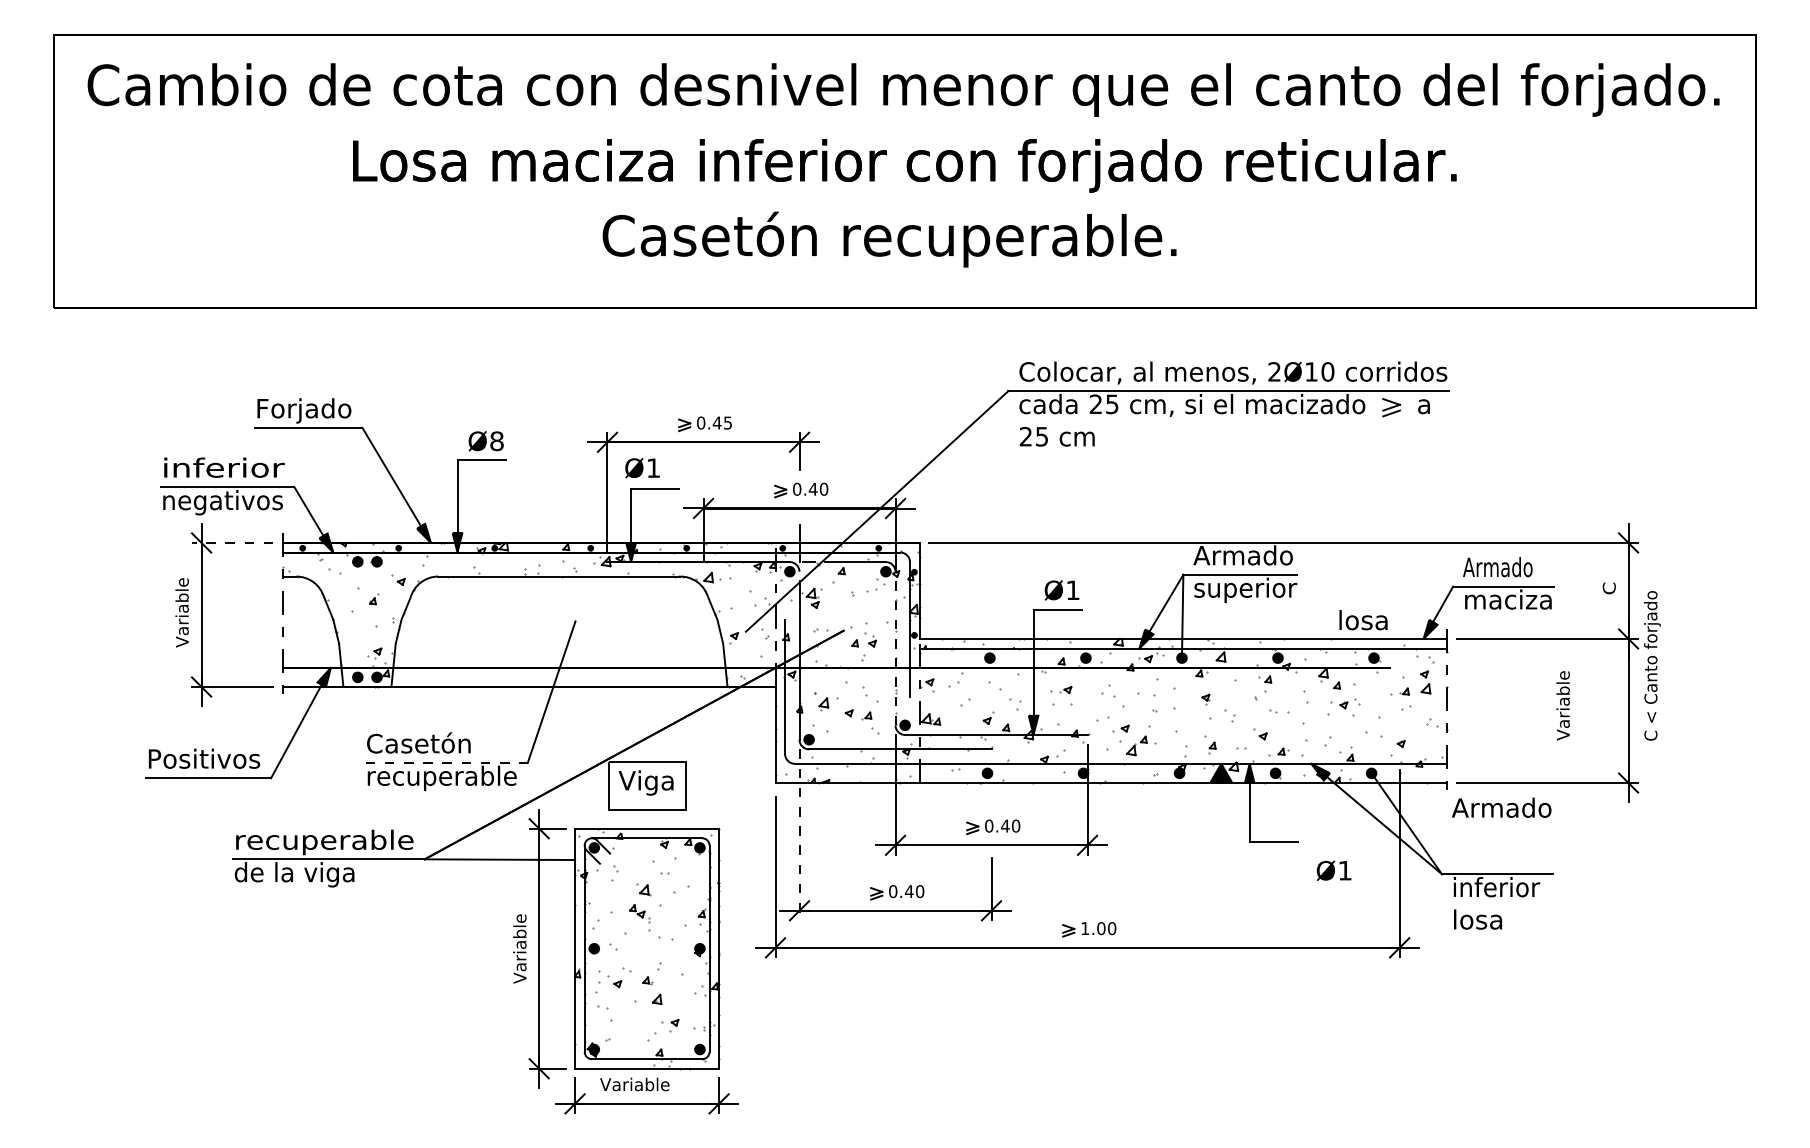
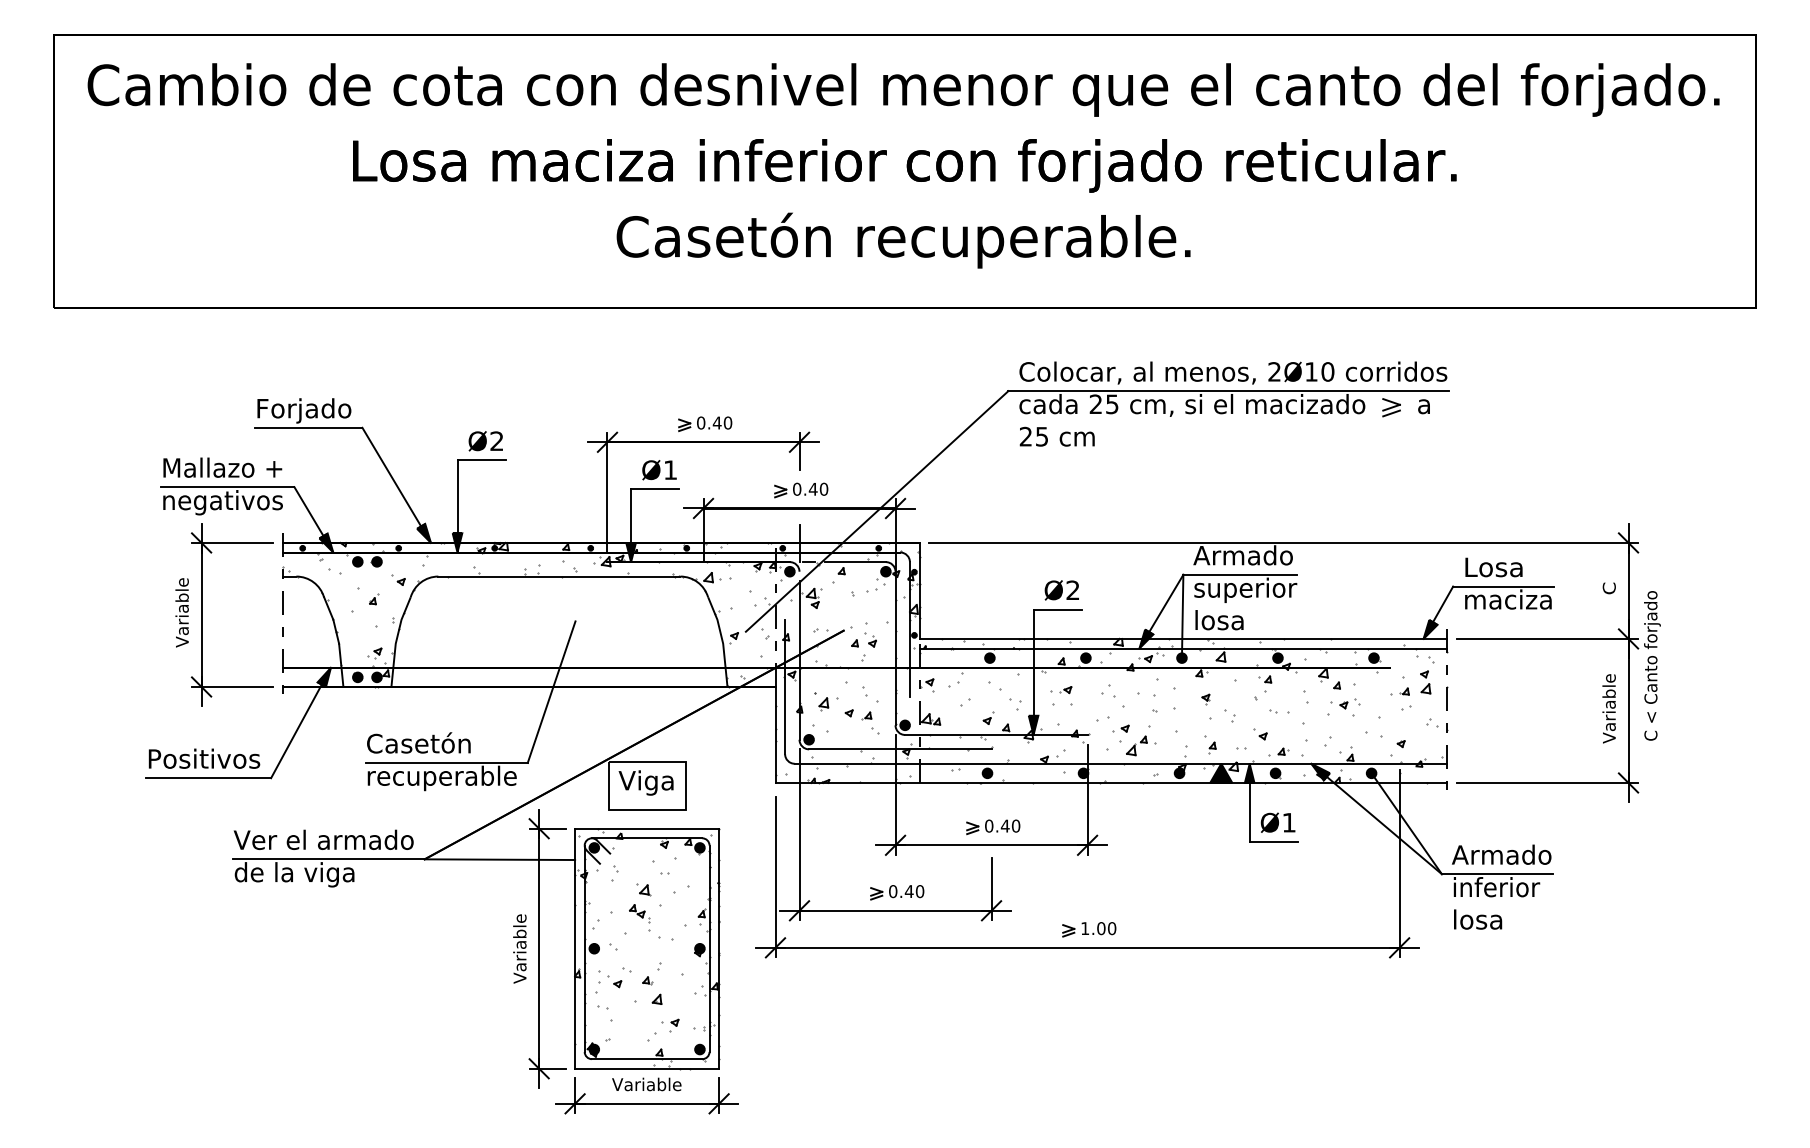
text at (889, 239) position: (889, 239) -> (903, 240)
text at (727, 422): 0.45 -> 0.40
text at (496, 441): Ø8 -> Ø2
text at (223, 467): inferior -> Mallazo +
text at (642, 468) position: (642, 468) -> (659, 470)
line at (232, 542): dashed -> solid
text at (1497, 567): Armado -> Losa
text at (1072, 589): Ø1 -> Ø2
text at (1363, 620) position: (1363, 620) -> (1219, 620)
line at (895, 648): dashed -> solid
text at (1562, 705) position: (1562, 705) -> (1608, 708)
line at (447, 762): dashed -> solid
text at (1501, 807) position: (1501, 807) -> (1501, 854)
line at (799, 834): dashed -> solid
text at (323, 842): recuperable -> Ver el armado
text at (1333, 870) position: (1333, 870) -> (1277, 822)
text at (634, 1084) position: (634, 1084) -> (646, 1084)
